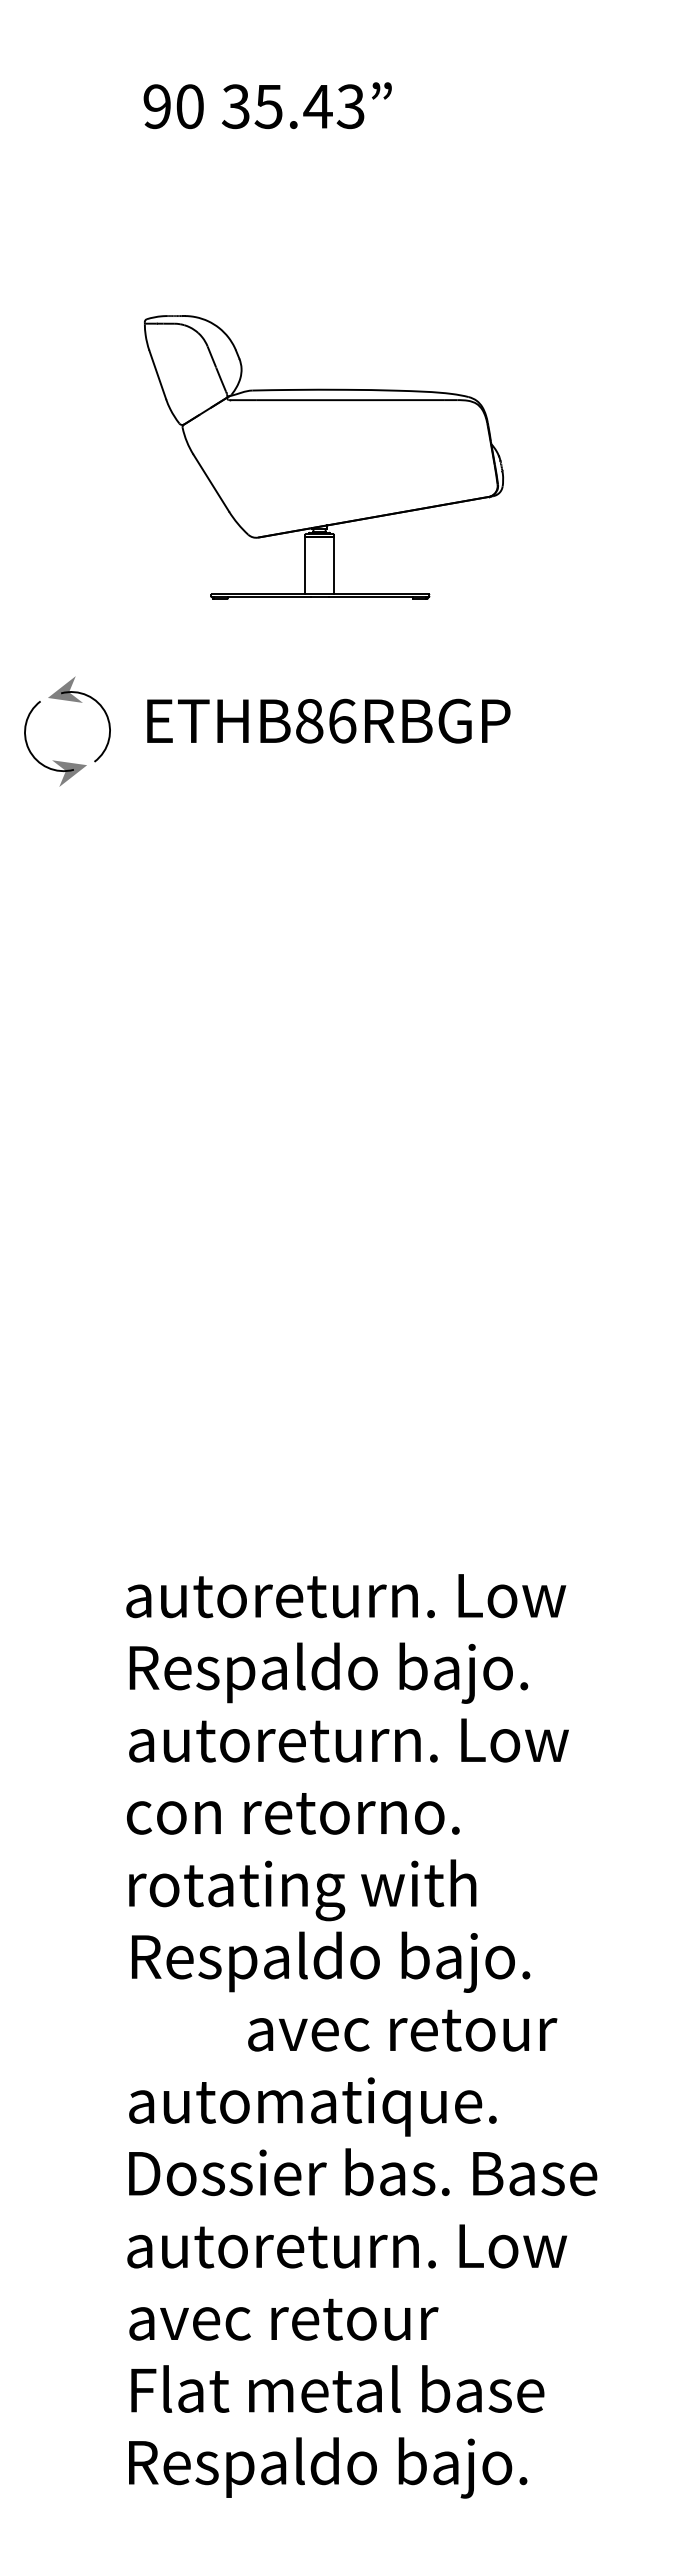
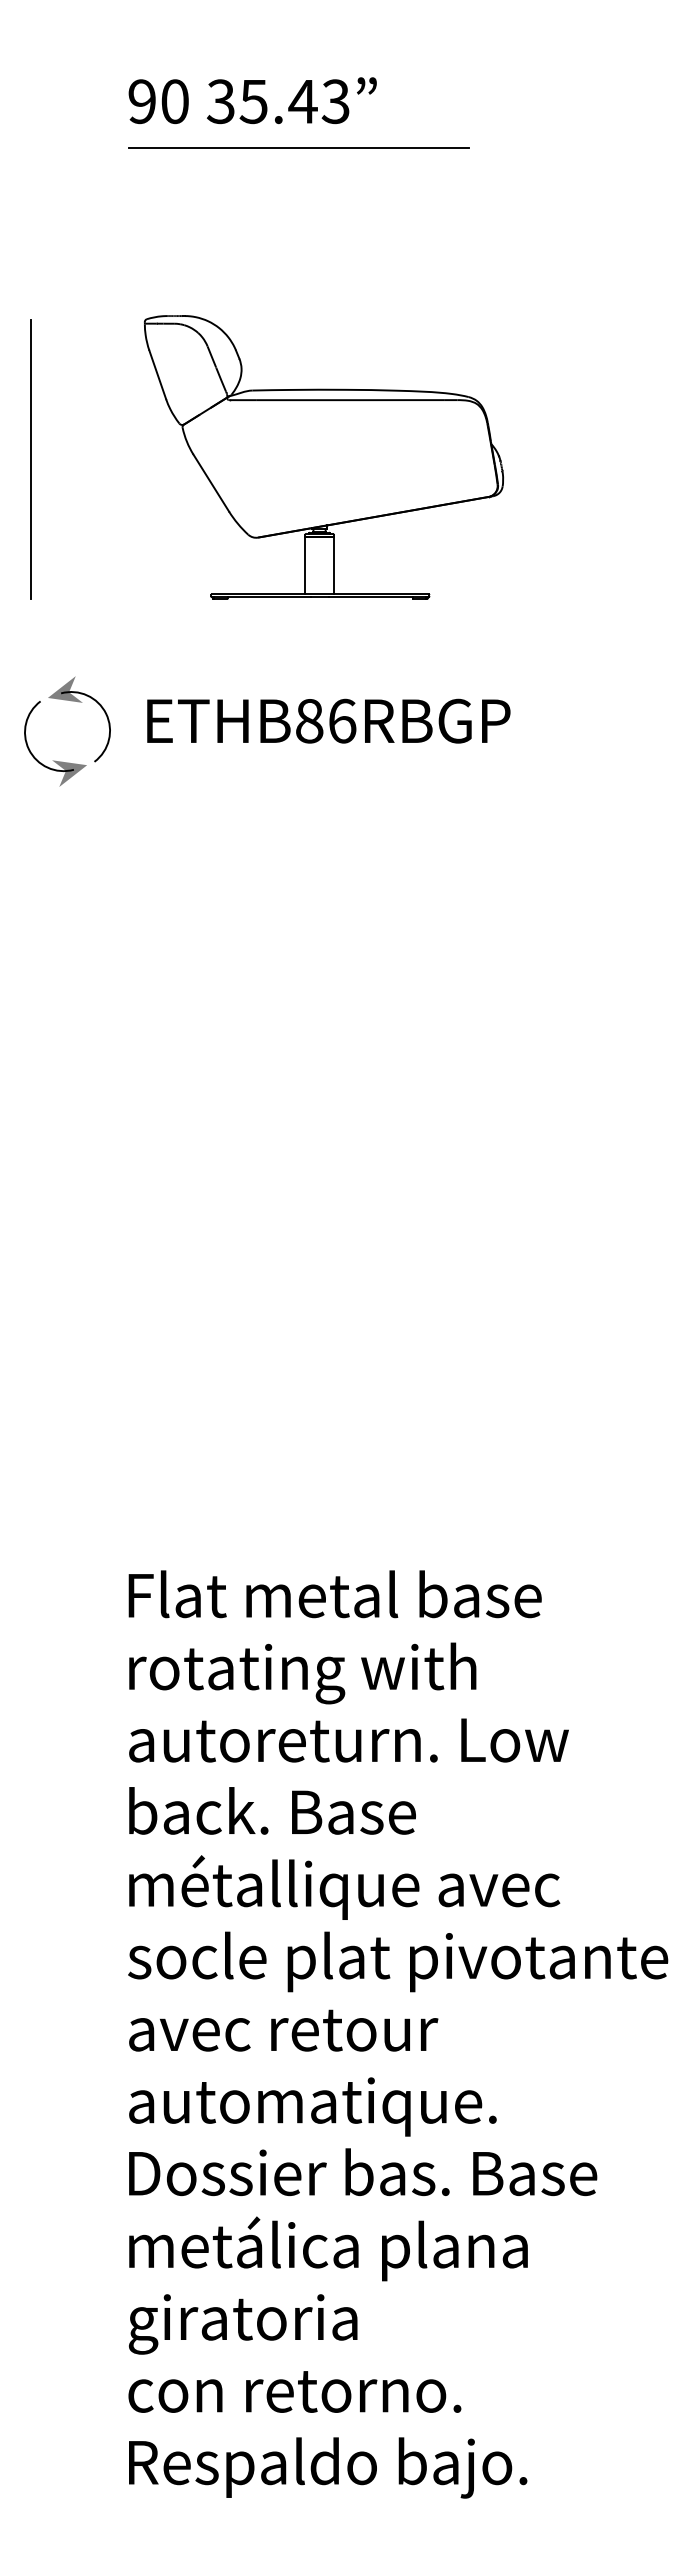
text at (267, 105) position: (267, 105) -> (252, 100)
line at (298, 148): none -> present
line at (30, 458): none -> present
text at (346, 1594): autoreturn. Low -> Flat metal base
text at (328, 1673): Respaldo bajo. -> rotating with
text at (292, 1810): con retorno. -> back. Base
text at (347, 1888): rotating with -> métallique avec
text at (398, 1961): Respaldo bajo. -> socle plat pivotante
text at (402, 2030) position: (402, 2030) -> (283, 2030)
text at (347, 2248): autoreturn. Low -> metálica plana
text at (283, 2324): avec retour -> giratoria
text at (336, 2388): Flat metal base -> con retorno.
